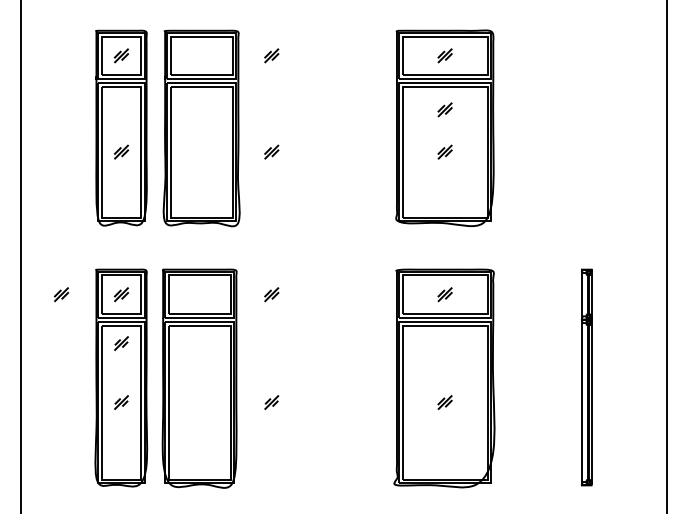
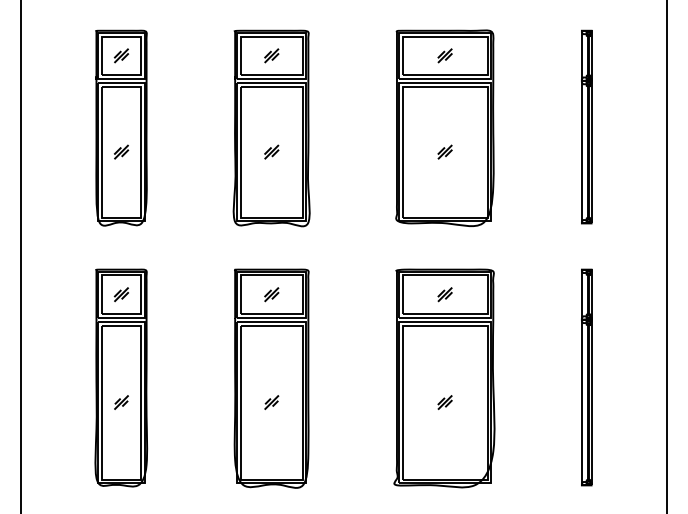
part at (444, 109): present -> none
part at (586, 126): none -> present
part at (201, 128) position: (201, 128) -> (271, 128)
part at (60, 294): present -> none
part at (121, 343): present -> none
part at (199, 378) position: (199, 378) -> (271, 378)
